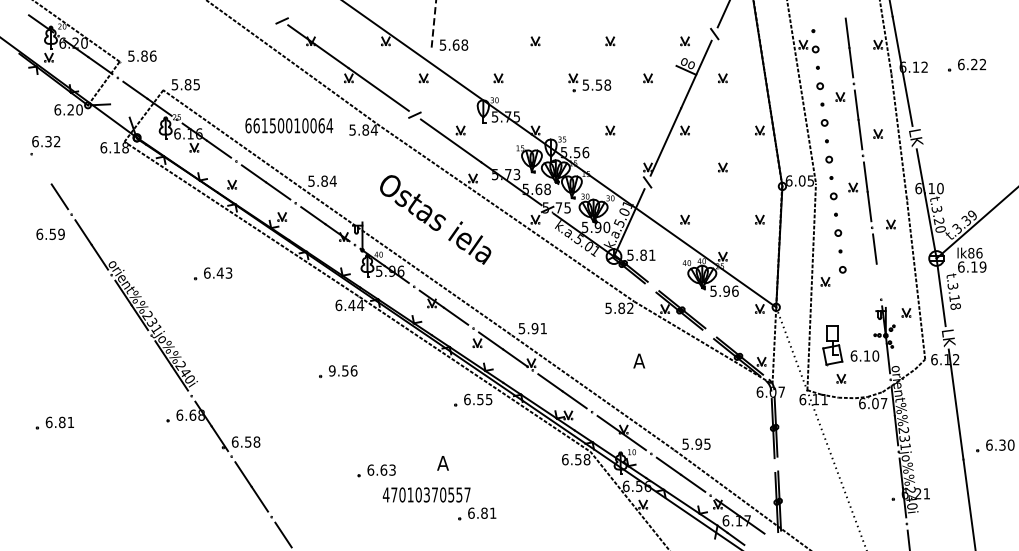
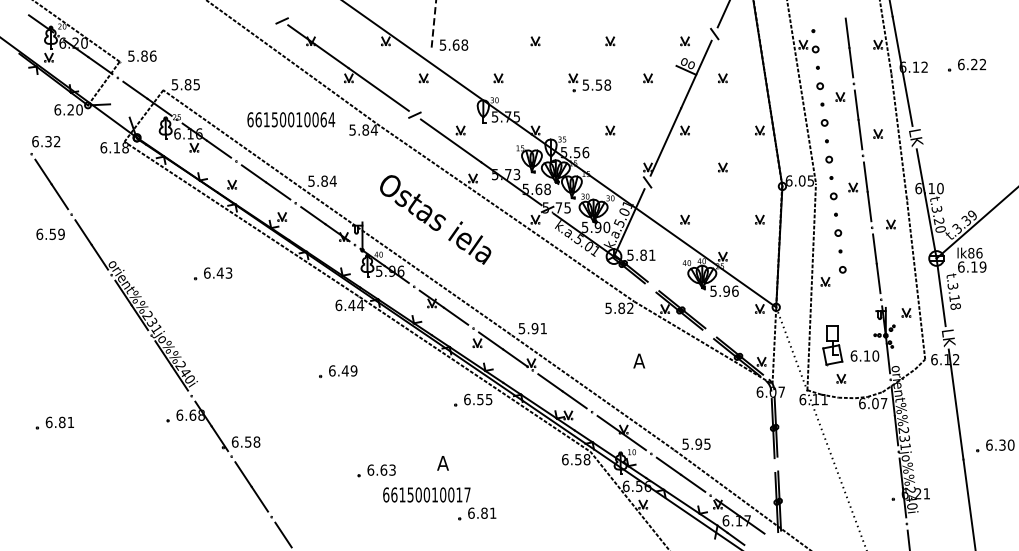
text at (289, 125) position: (289, 125) -> (291, 119)
line at (43, 171): none -> present
line at (878, 278): none -> present
text at (342, 370): 9.56 -> 6.49
text at (422, 494): 47010370557 -> 66150010017
